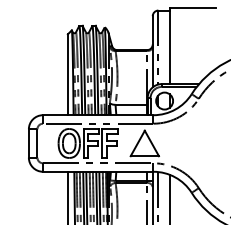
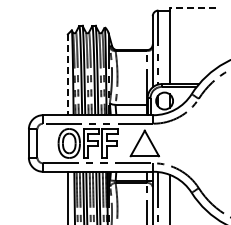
line at (192, 7): solid -> dashed
line at (67, 75): solid -> dashed
